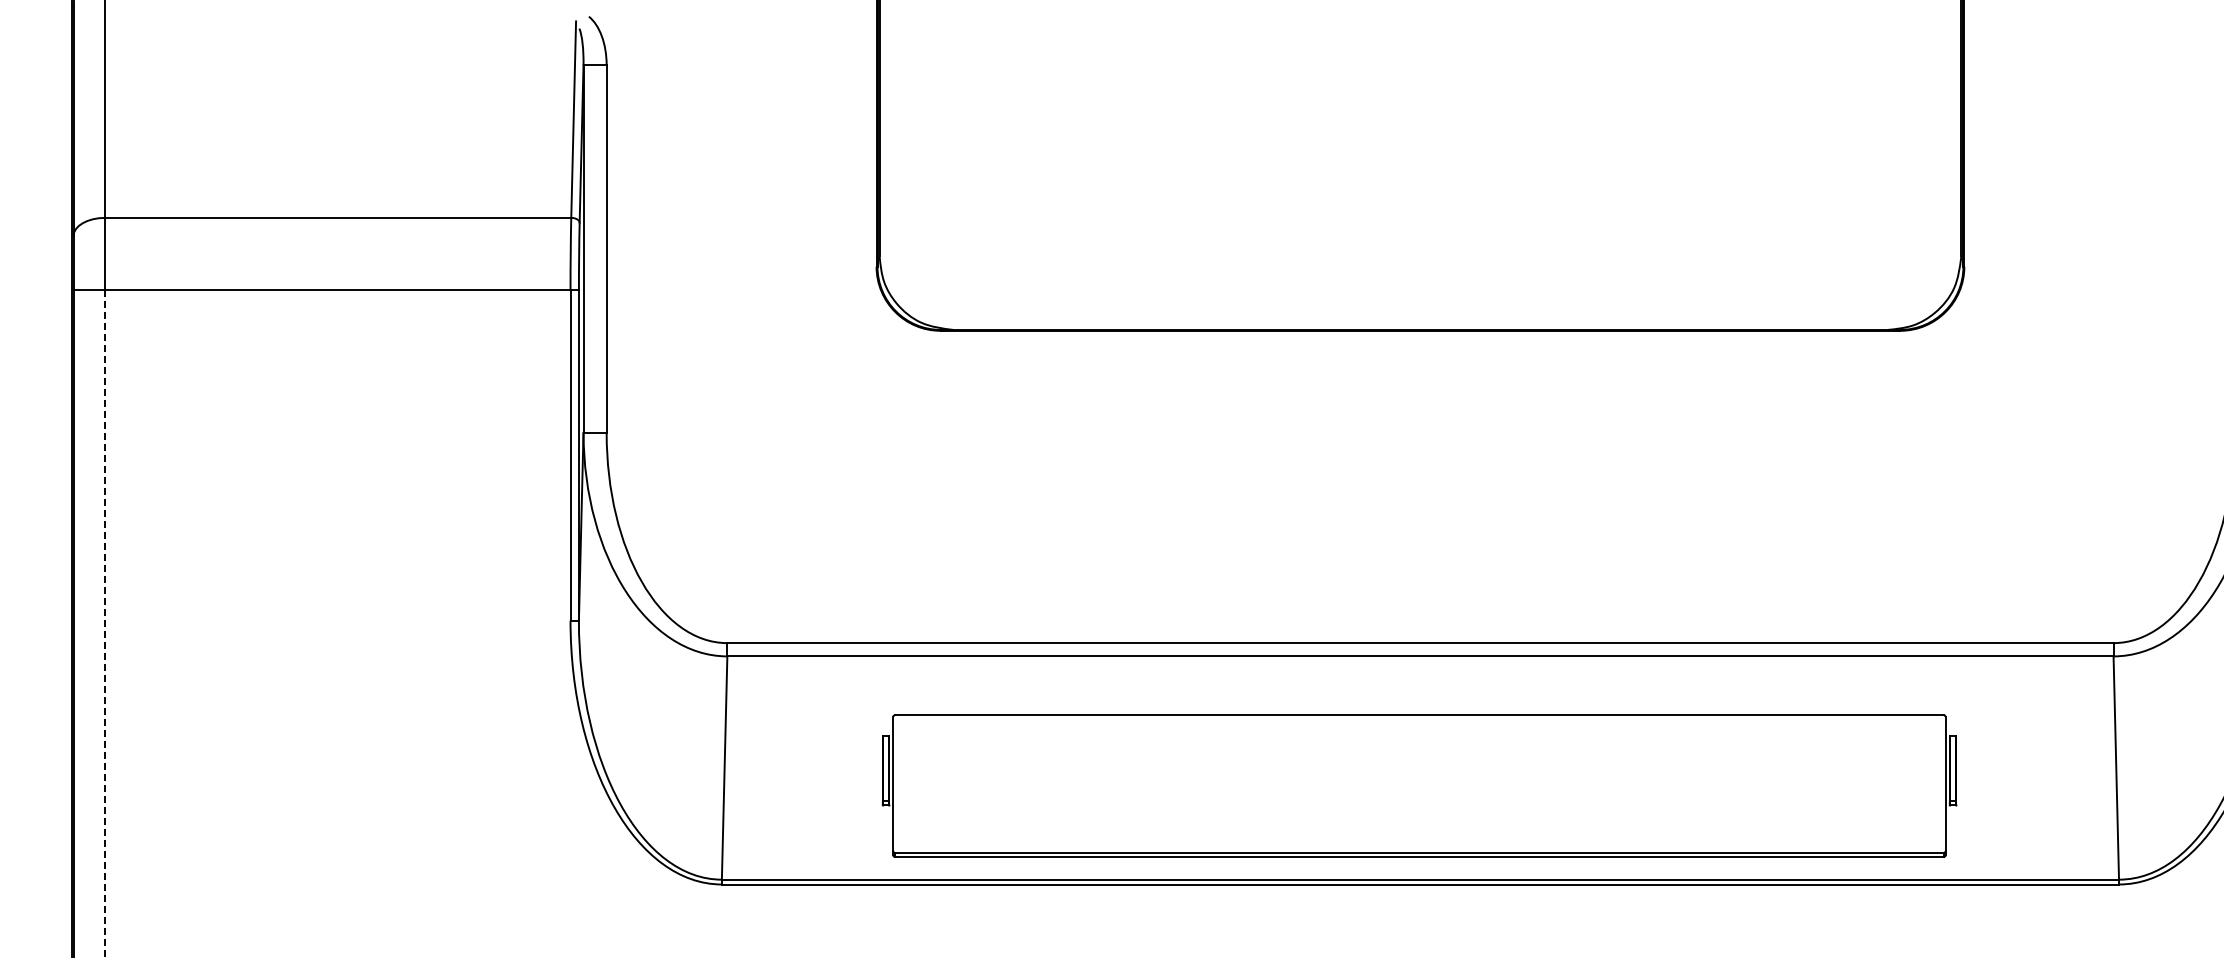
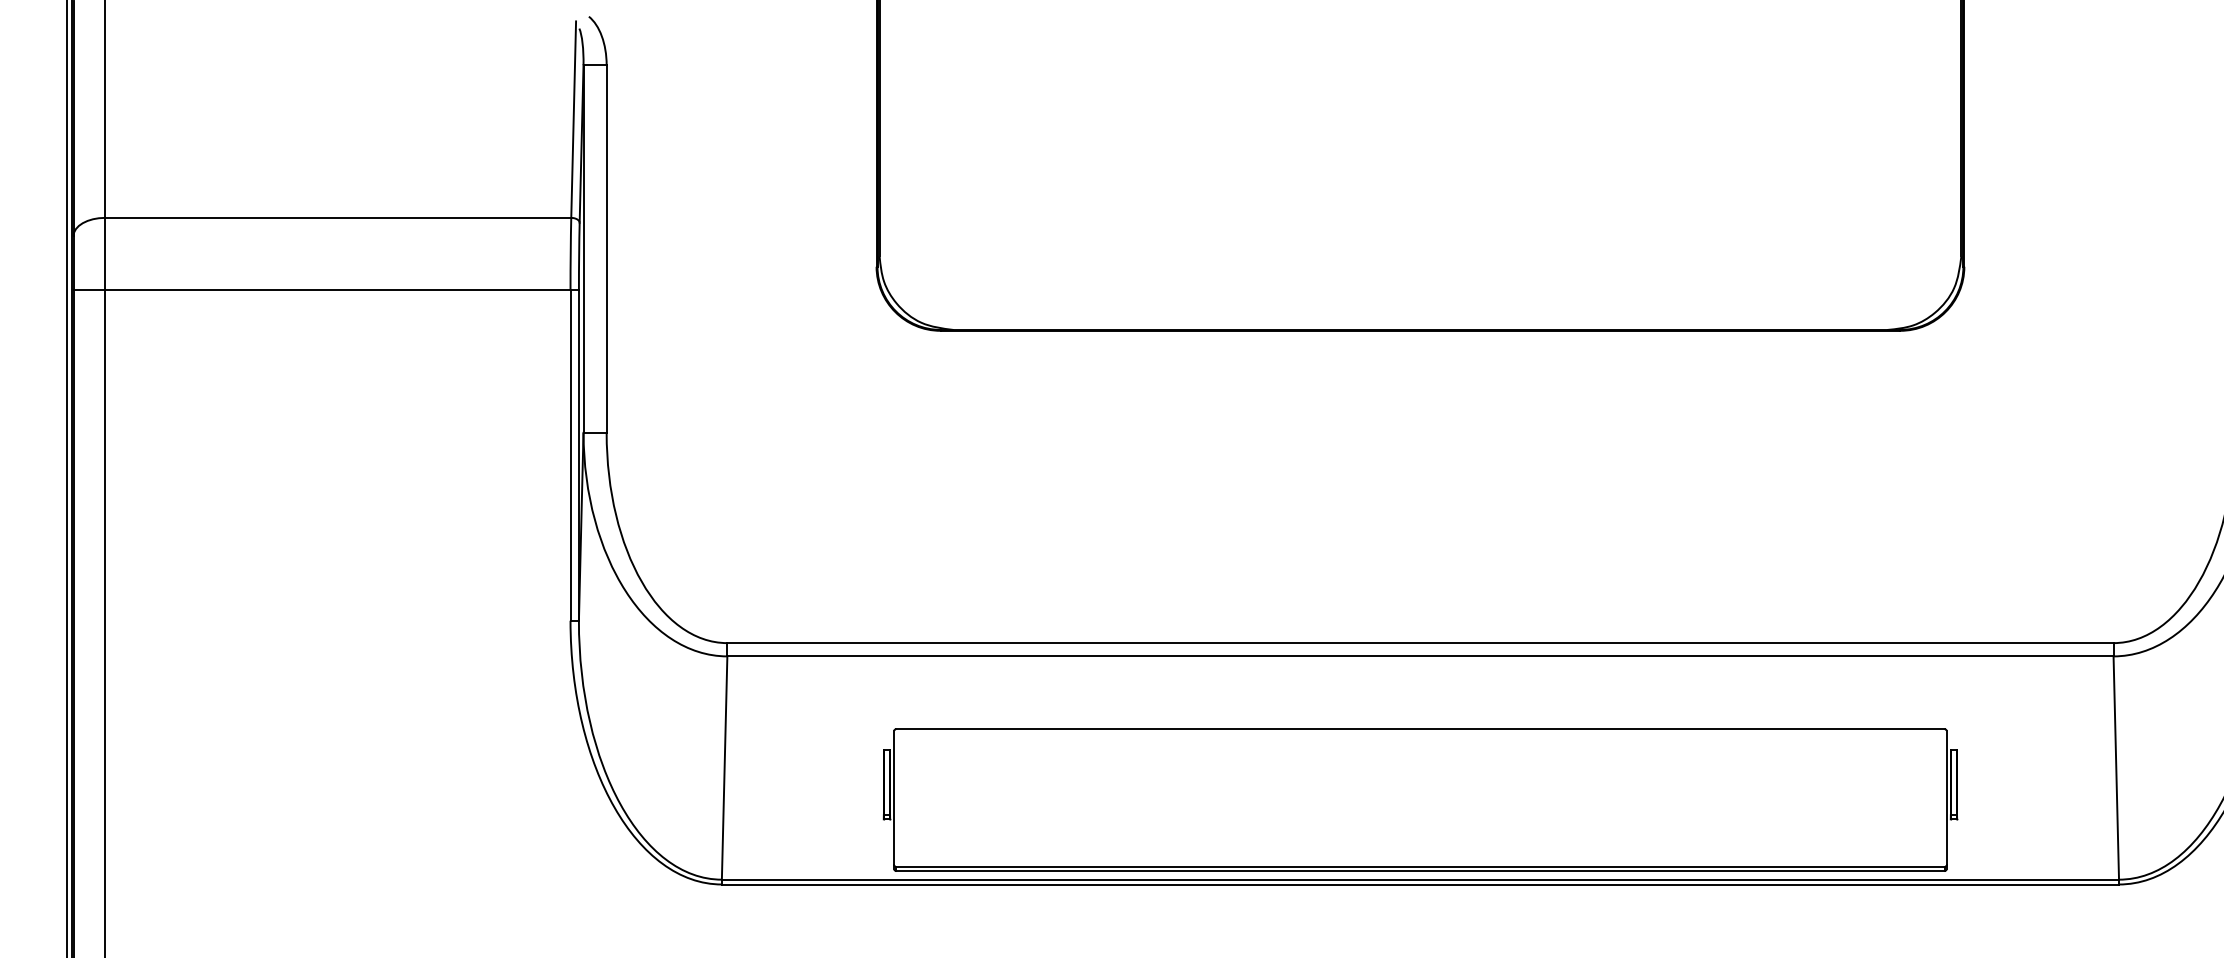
line at (66, 478): none -> present
line at (105, 624): dashed -> solid
part at (1419, 785) position: (1419, 785) -> (1420, 799)
